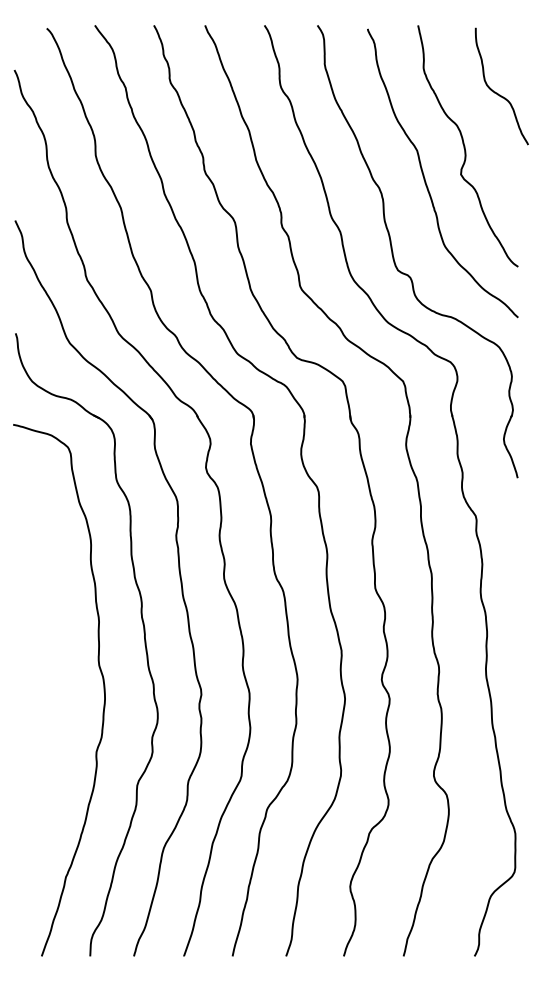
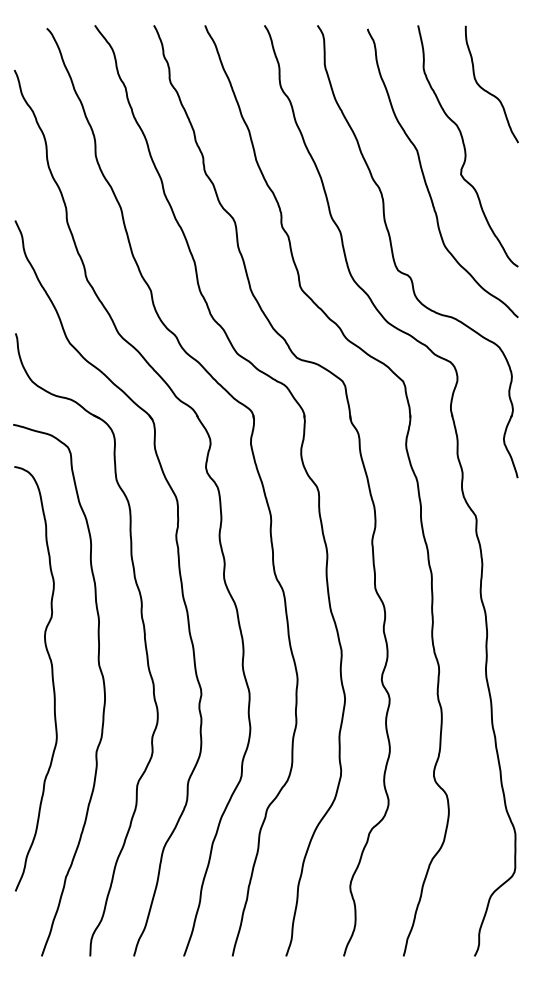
curve at (497, 92) position: (497, 92) -> (487, 90)
curve at (51, 677): none -> present
